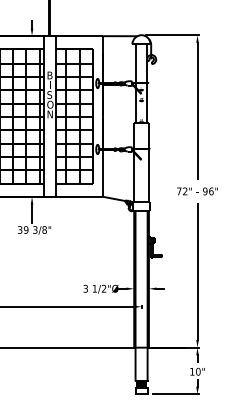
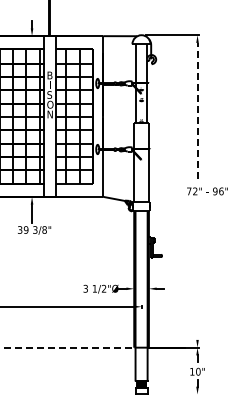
line at (197, 110): solid -> dashed
text at (197, 191) position: (197, 191) -> (207, 191)
line at (197, 271): present -> none
line at (68, 347): solid -> dashed
line at (175, 394): present -> none
